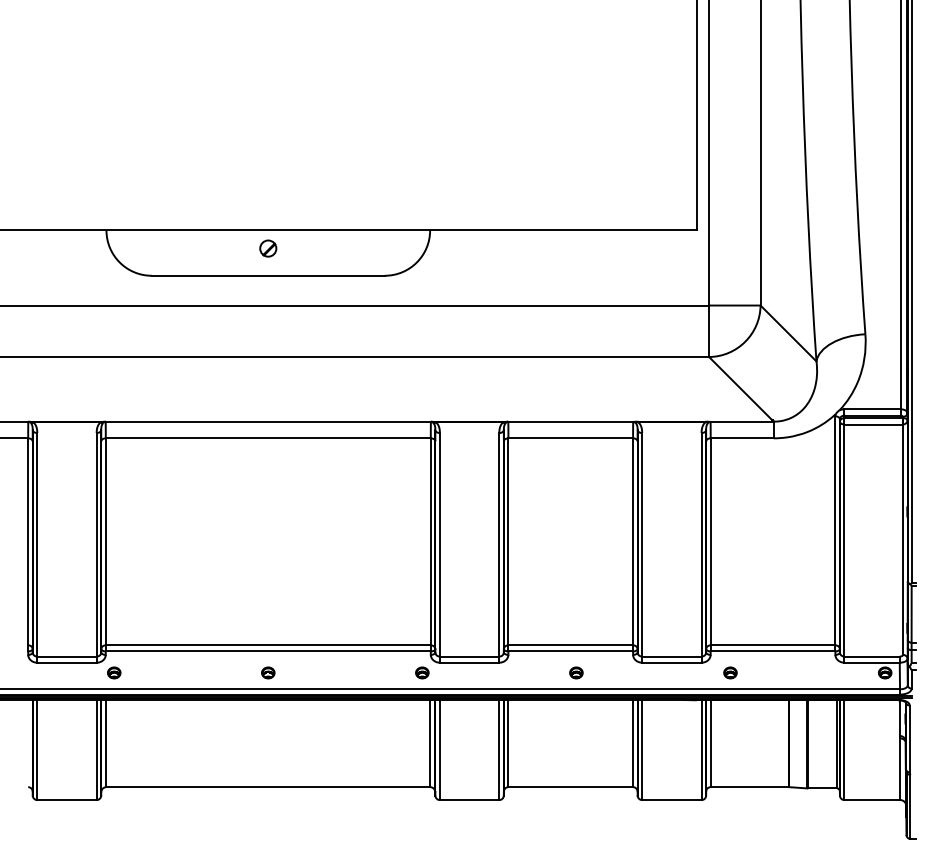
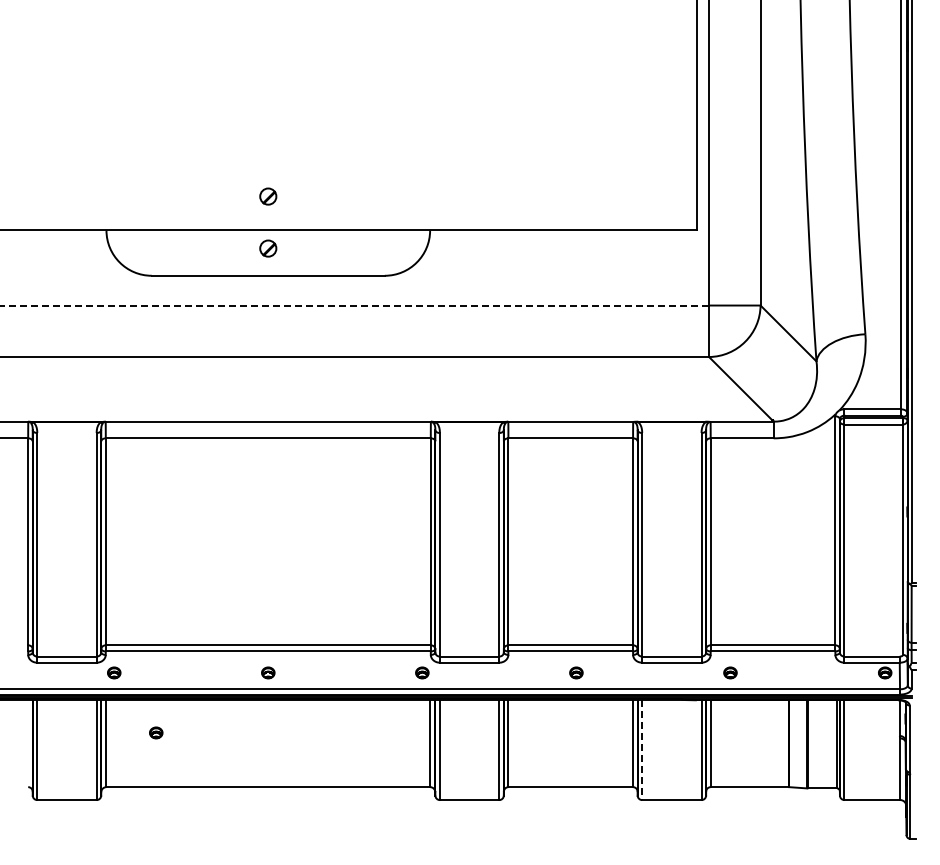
part at (268, 196): none -> present
line at (354, 305): solid -> dashed
part at (156, 732): none -> present
line at (642, 750): solid -> dashed
